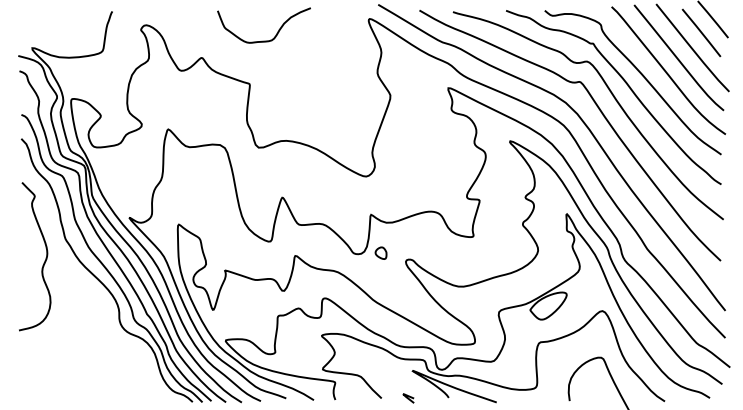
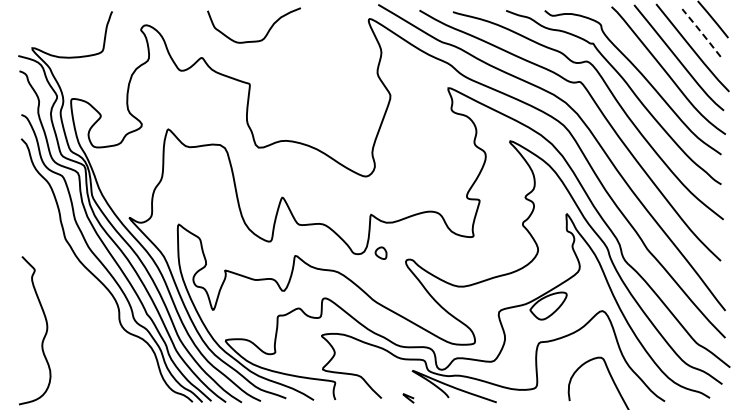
line at (701, 32): solid -> dashed
curve at (275, 34) position: (275, 34) -> (265, 34)
curve at (44, 260) position: (44, 260) -> (44, 334)
